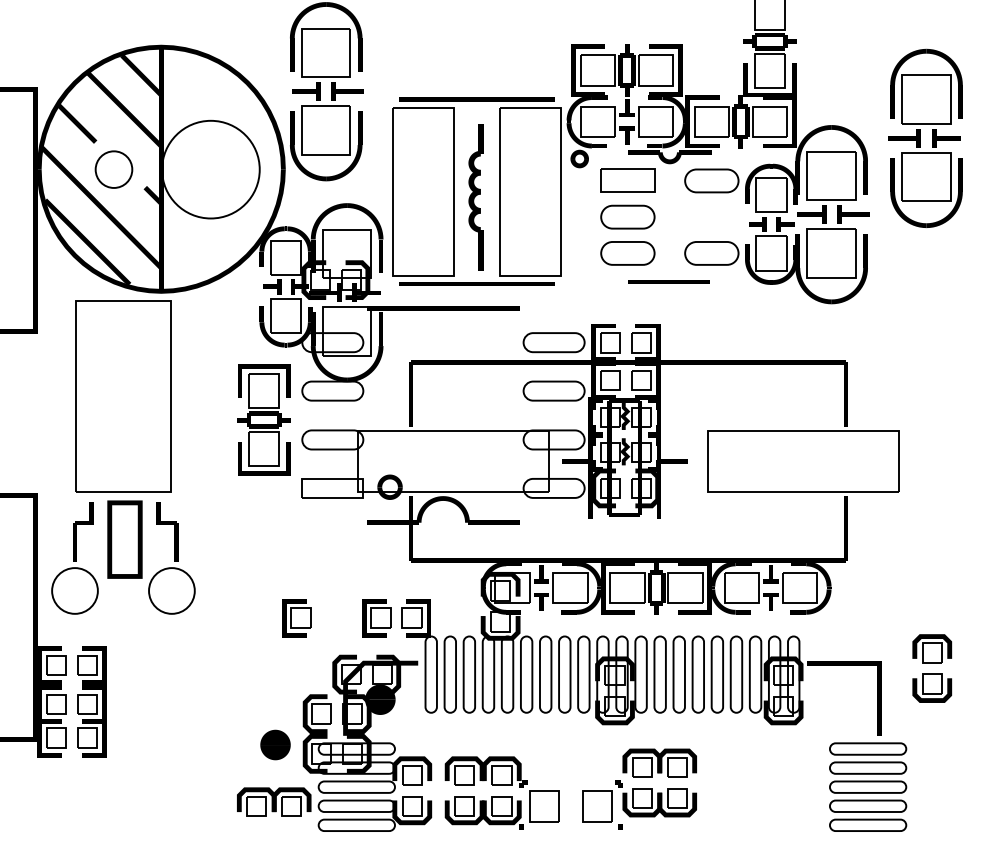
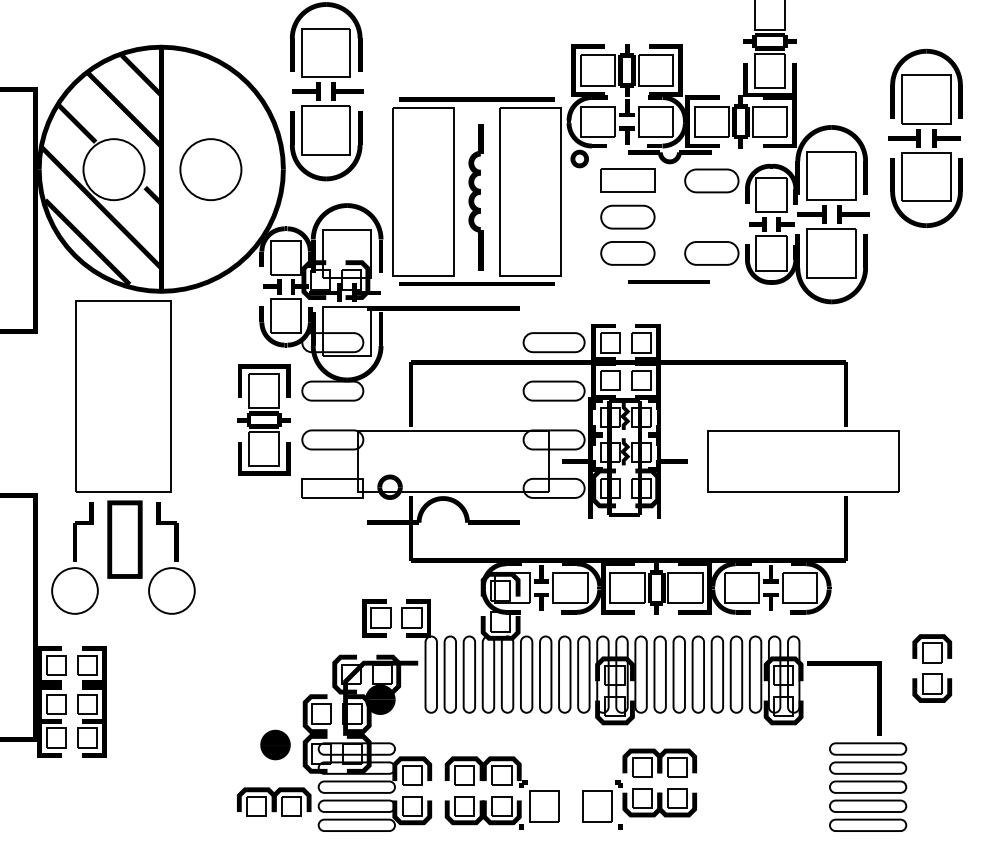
circle at (113, 169) diameter: 37 px -> 61 px
circle at (210, 169) diameter: 98 px -> 61 px
part at (296, 618): present -> none
